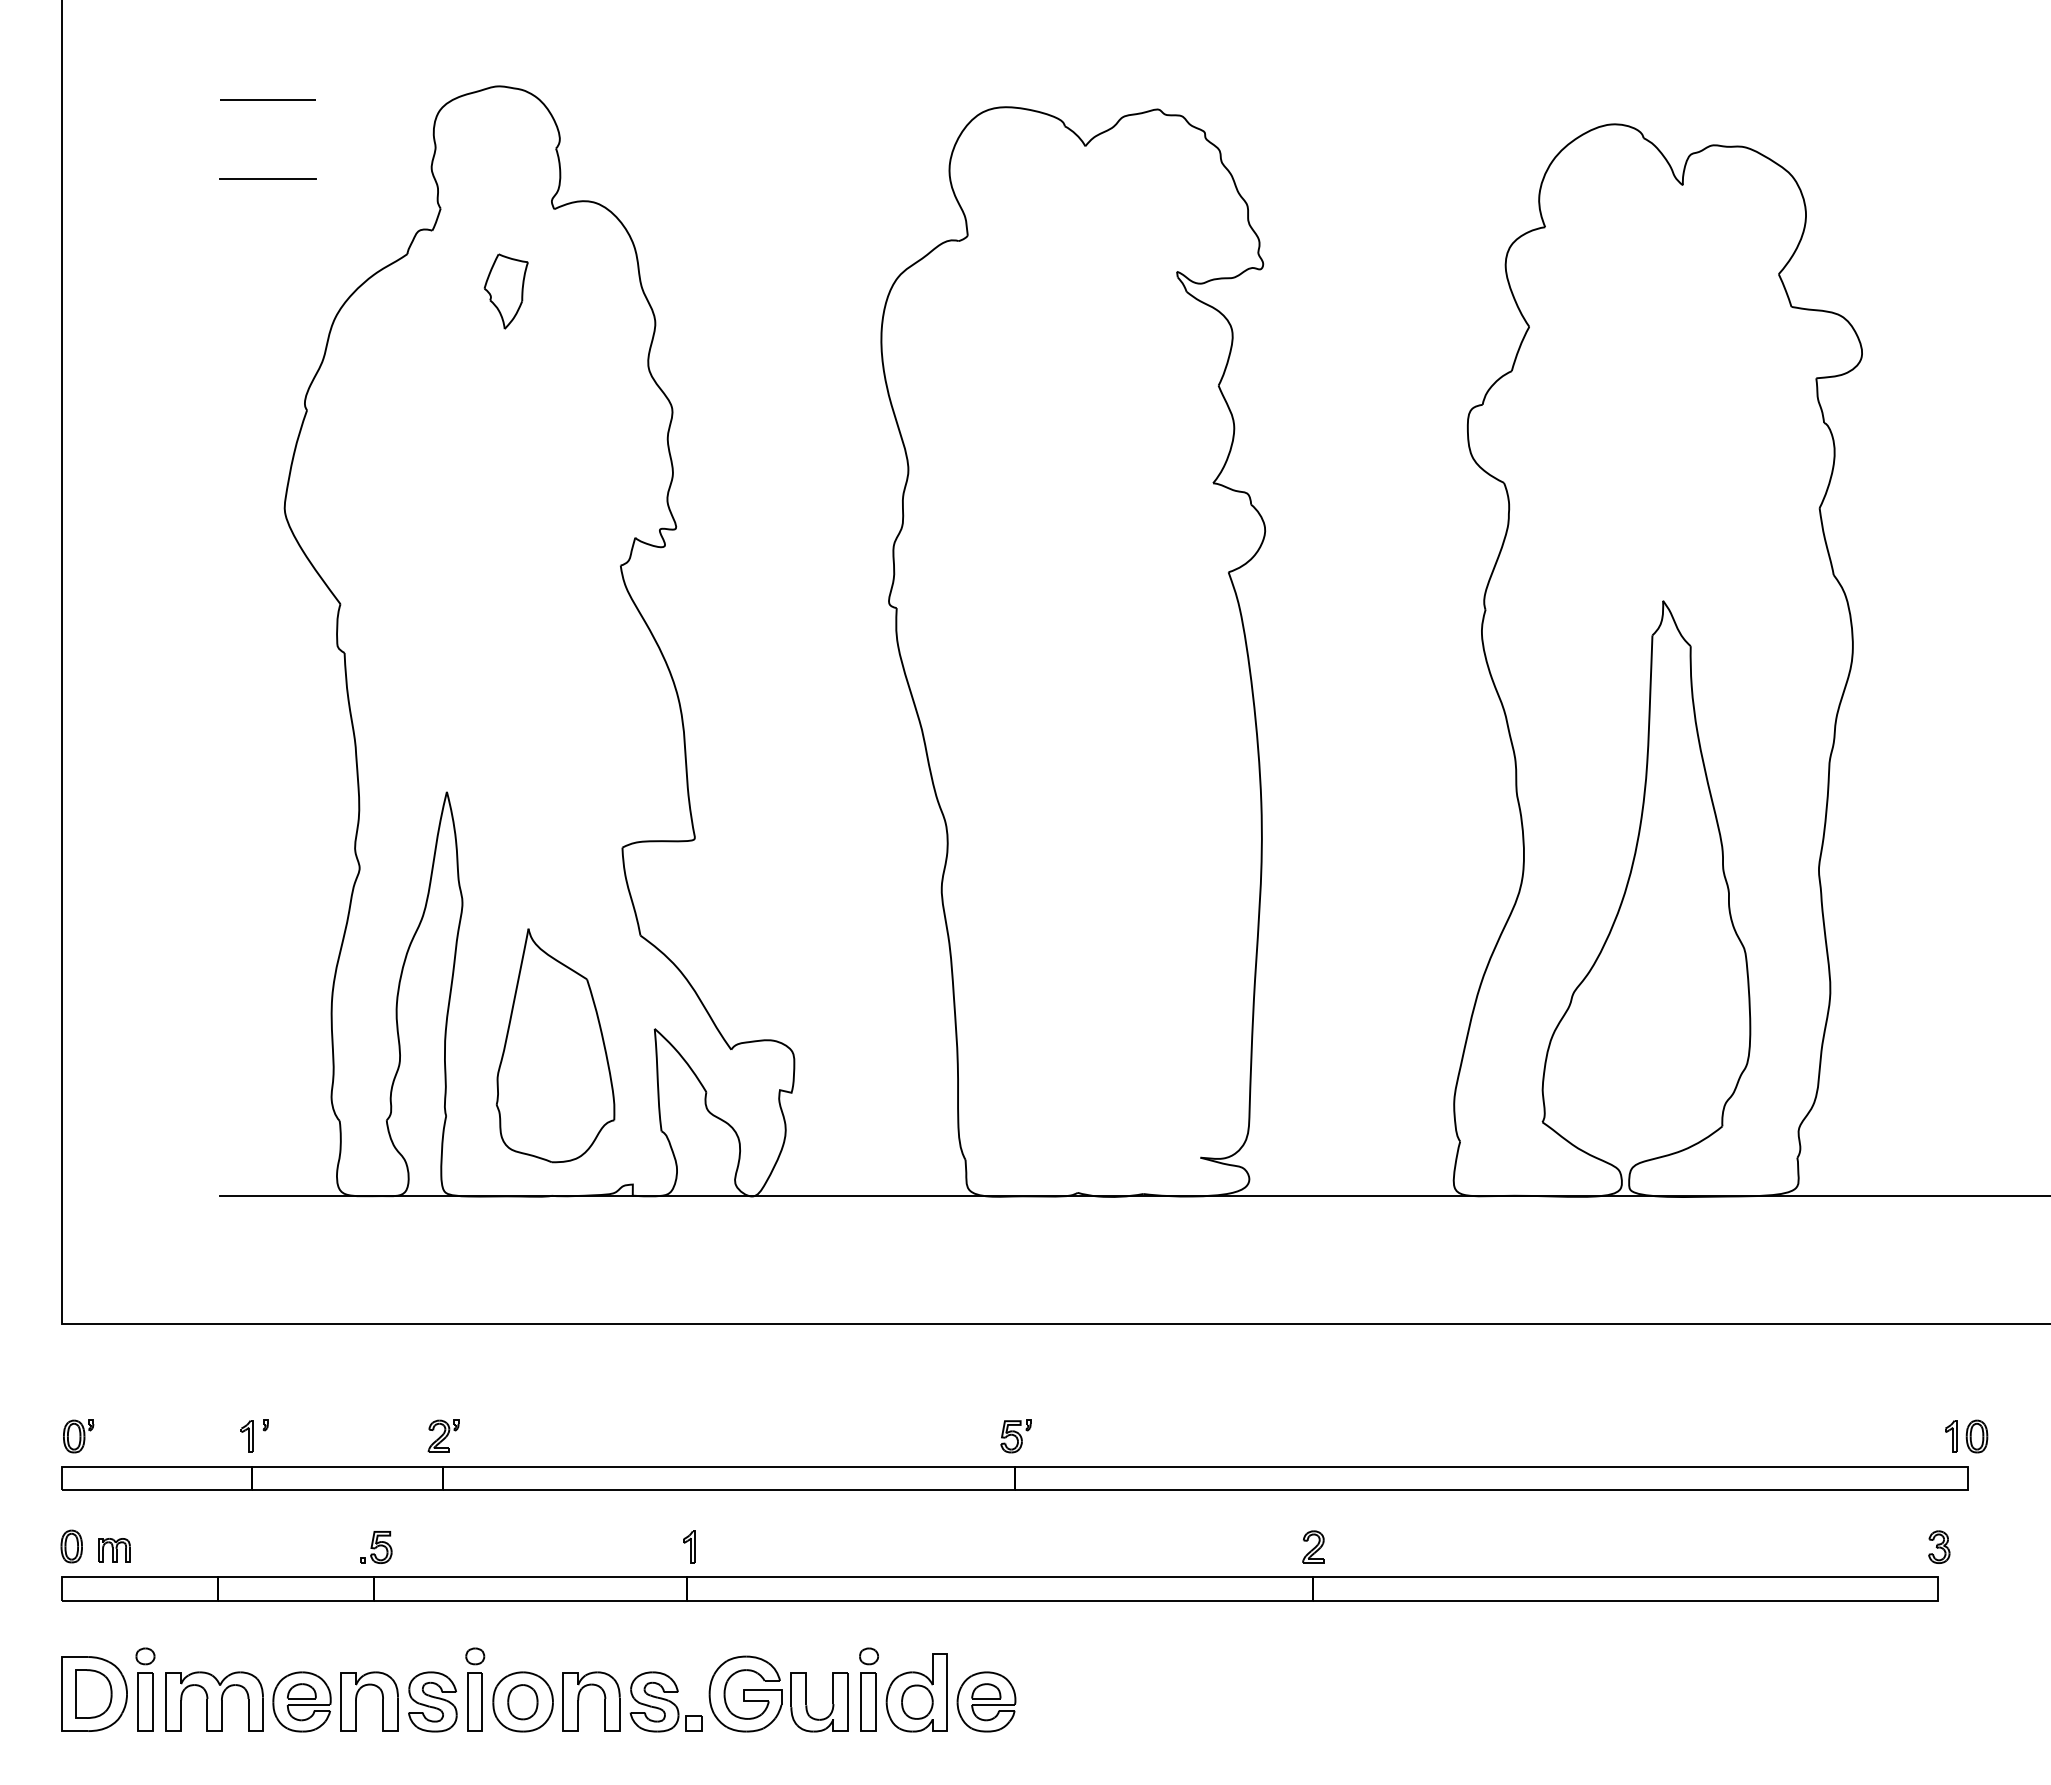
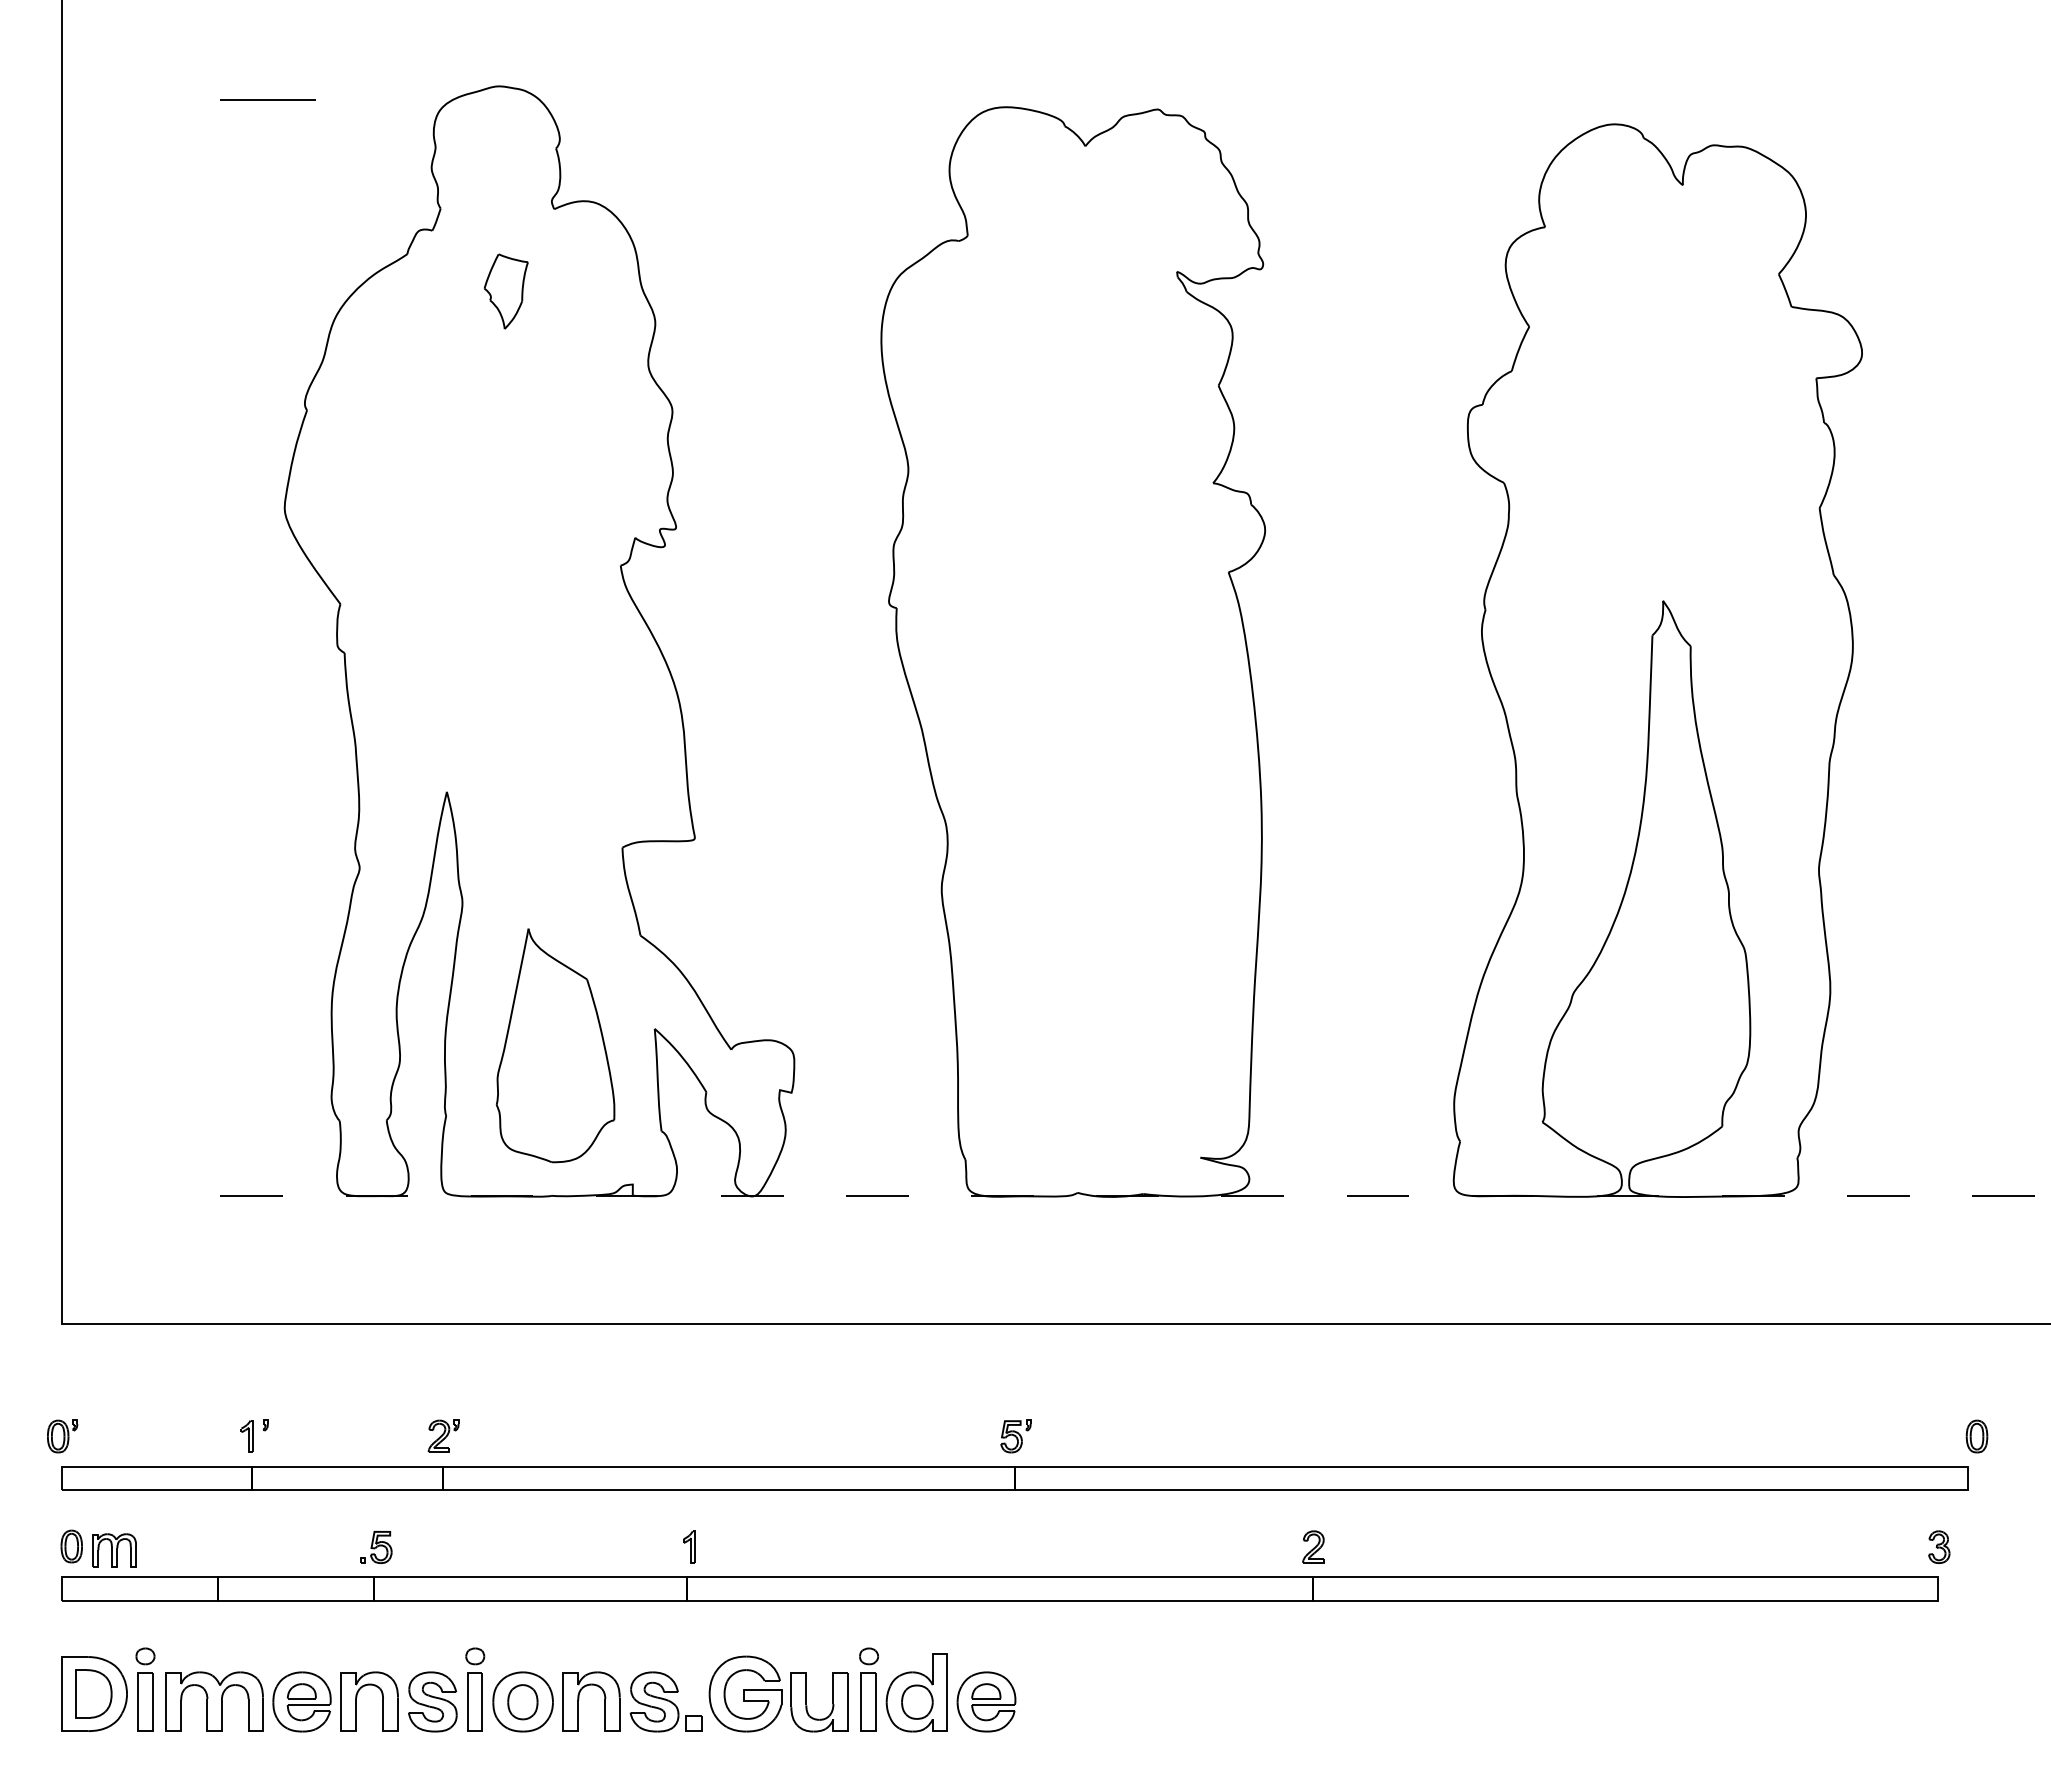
line at (267, 179): present -> none
line at (1136, 1196): solid -> dashed
part at (78, 1436) position: (78, 1436) -> (62, 1436)
part at (1951, 1436): present -> none
part at (114, 1550) size: 33x25 px -> 45x35 px
